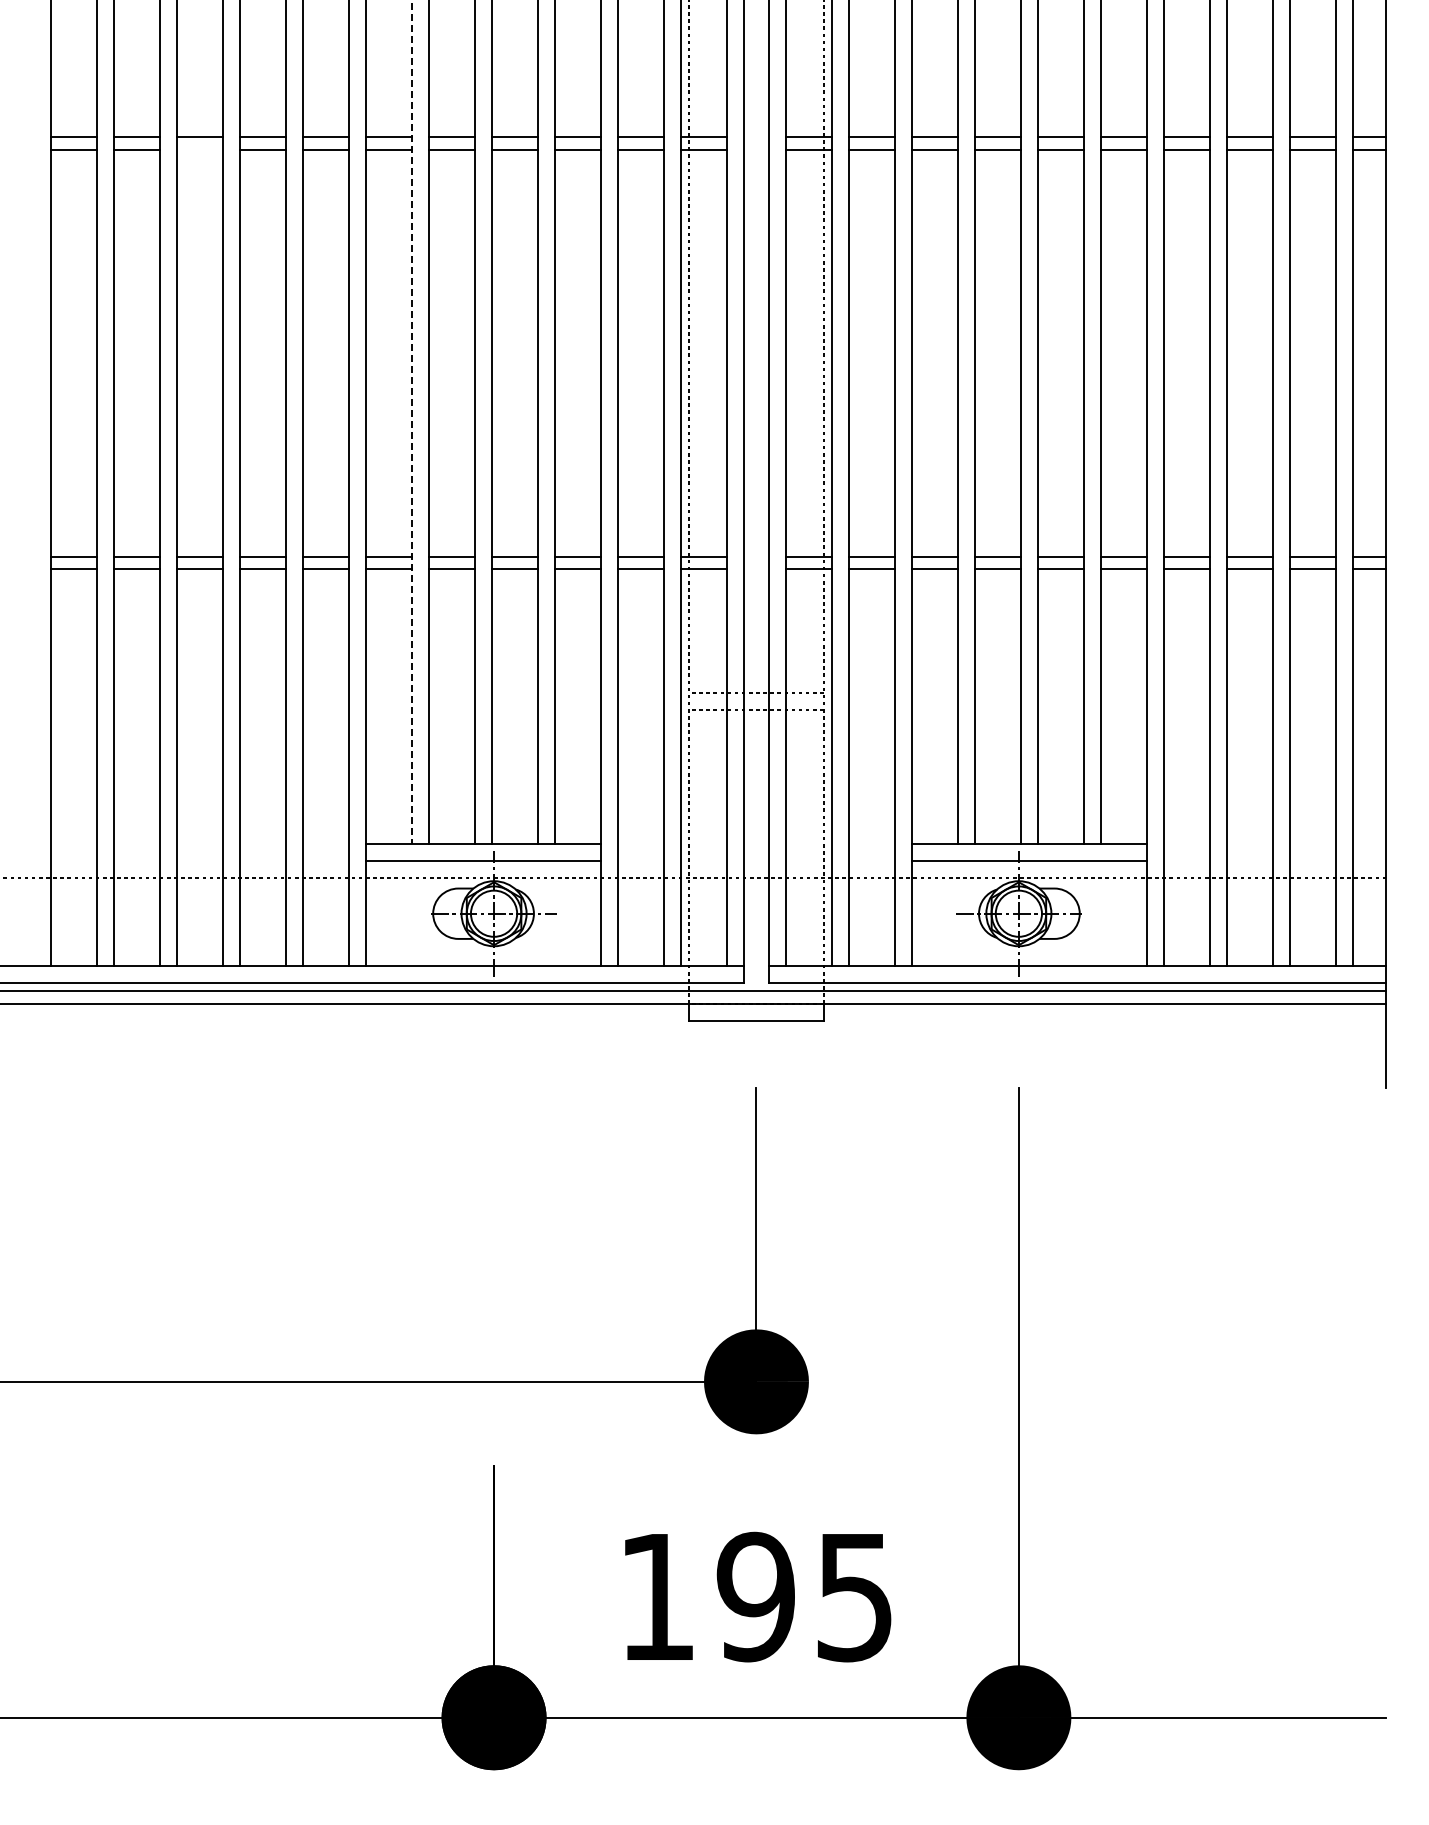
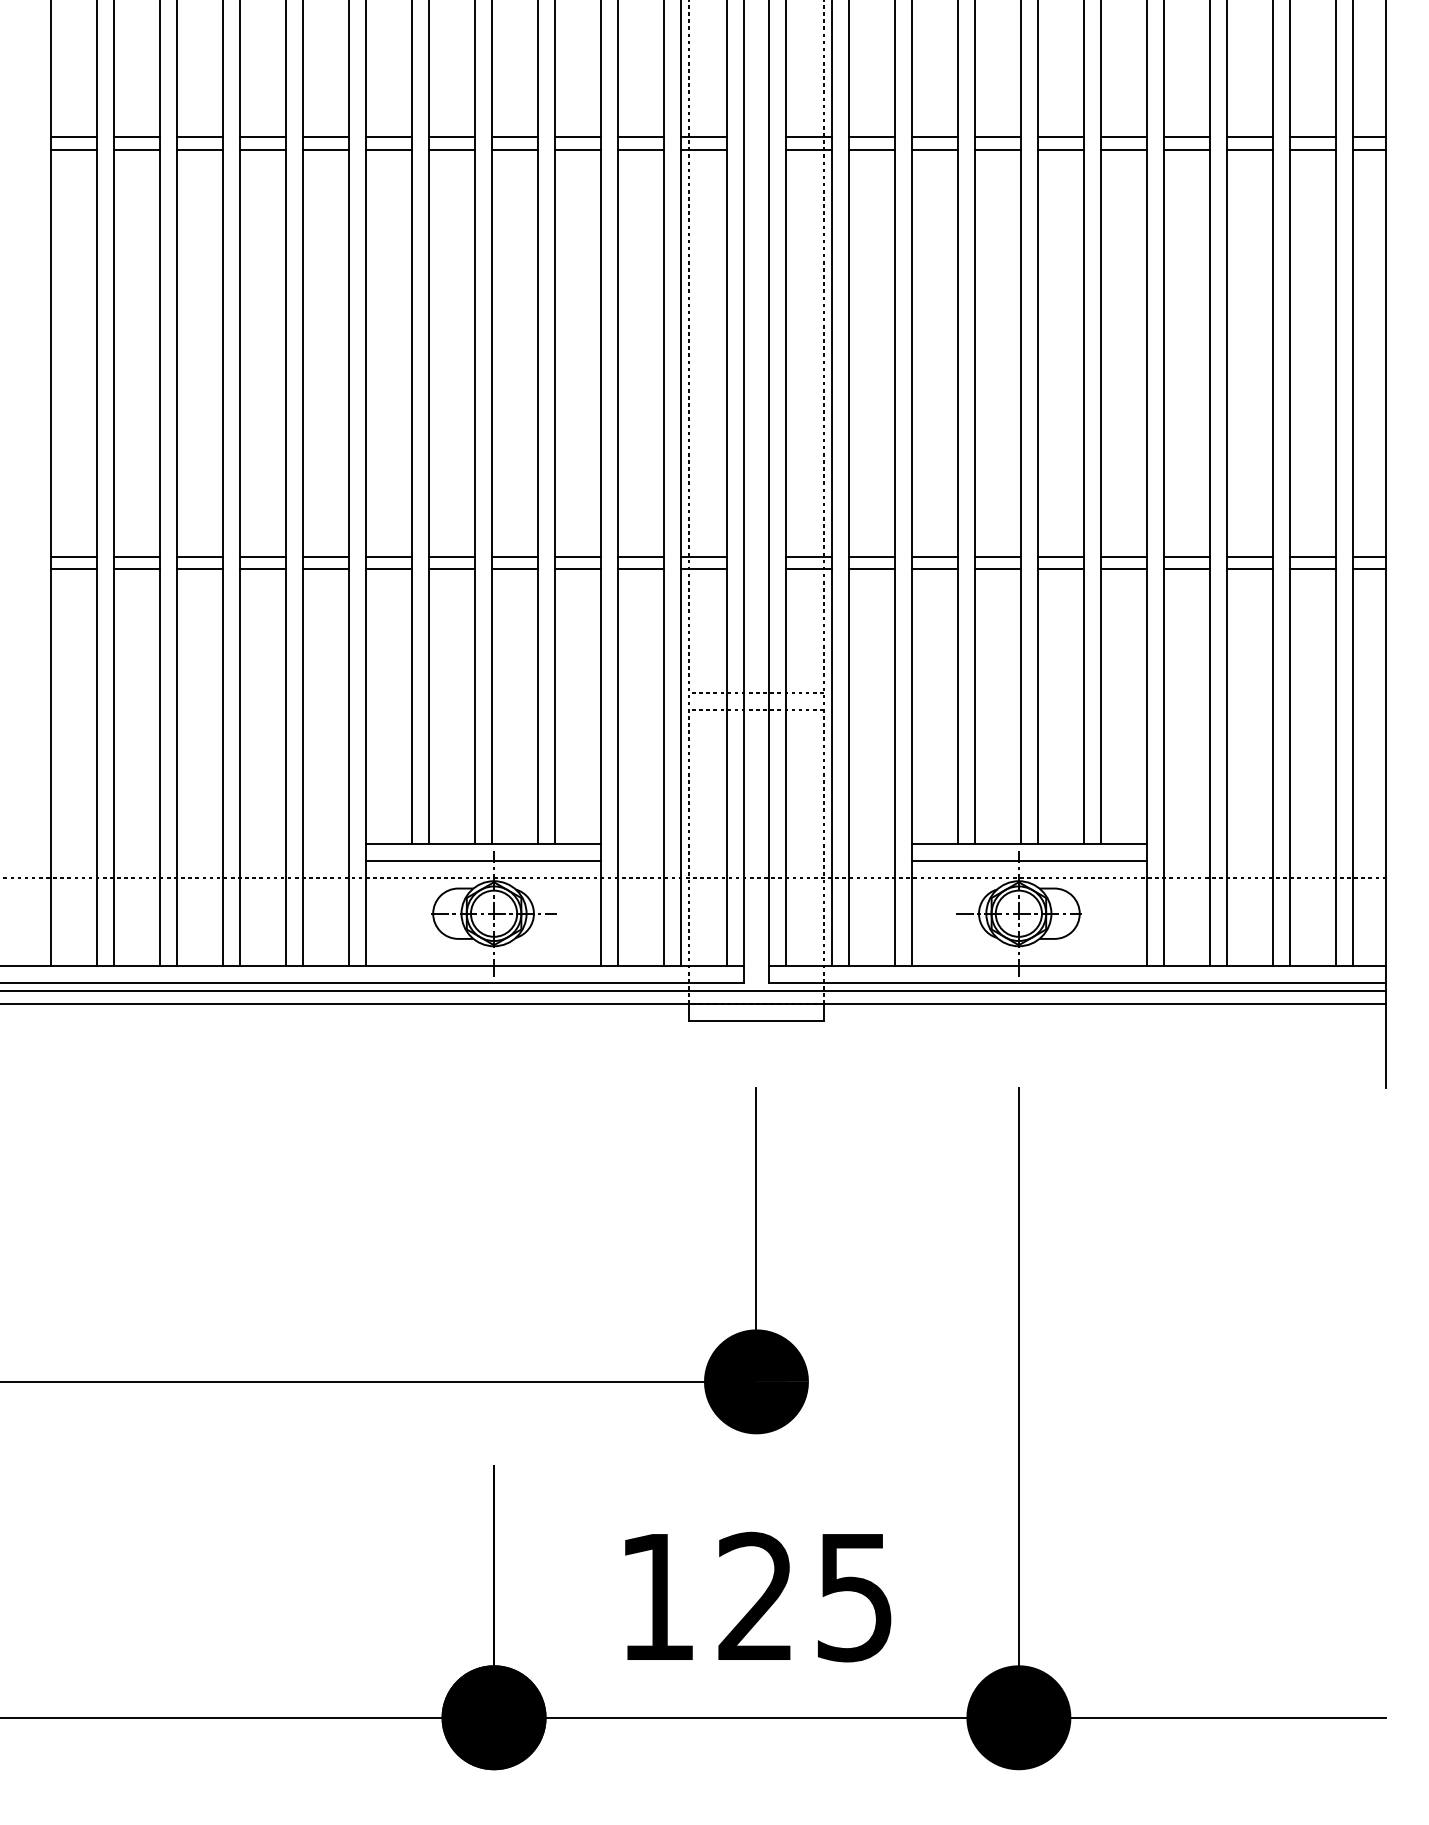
line at (200, 149): none -> present
line at (412, 422): dashed -> solid
text at (755, 1596): 195 -> 125
